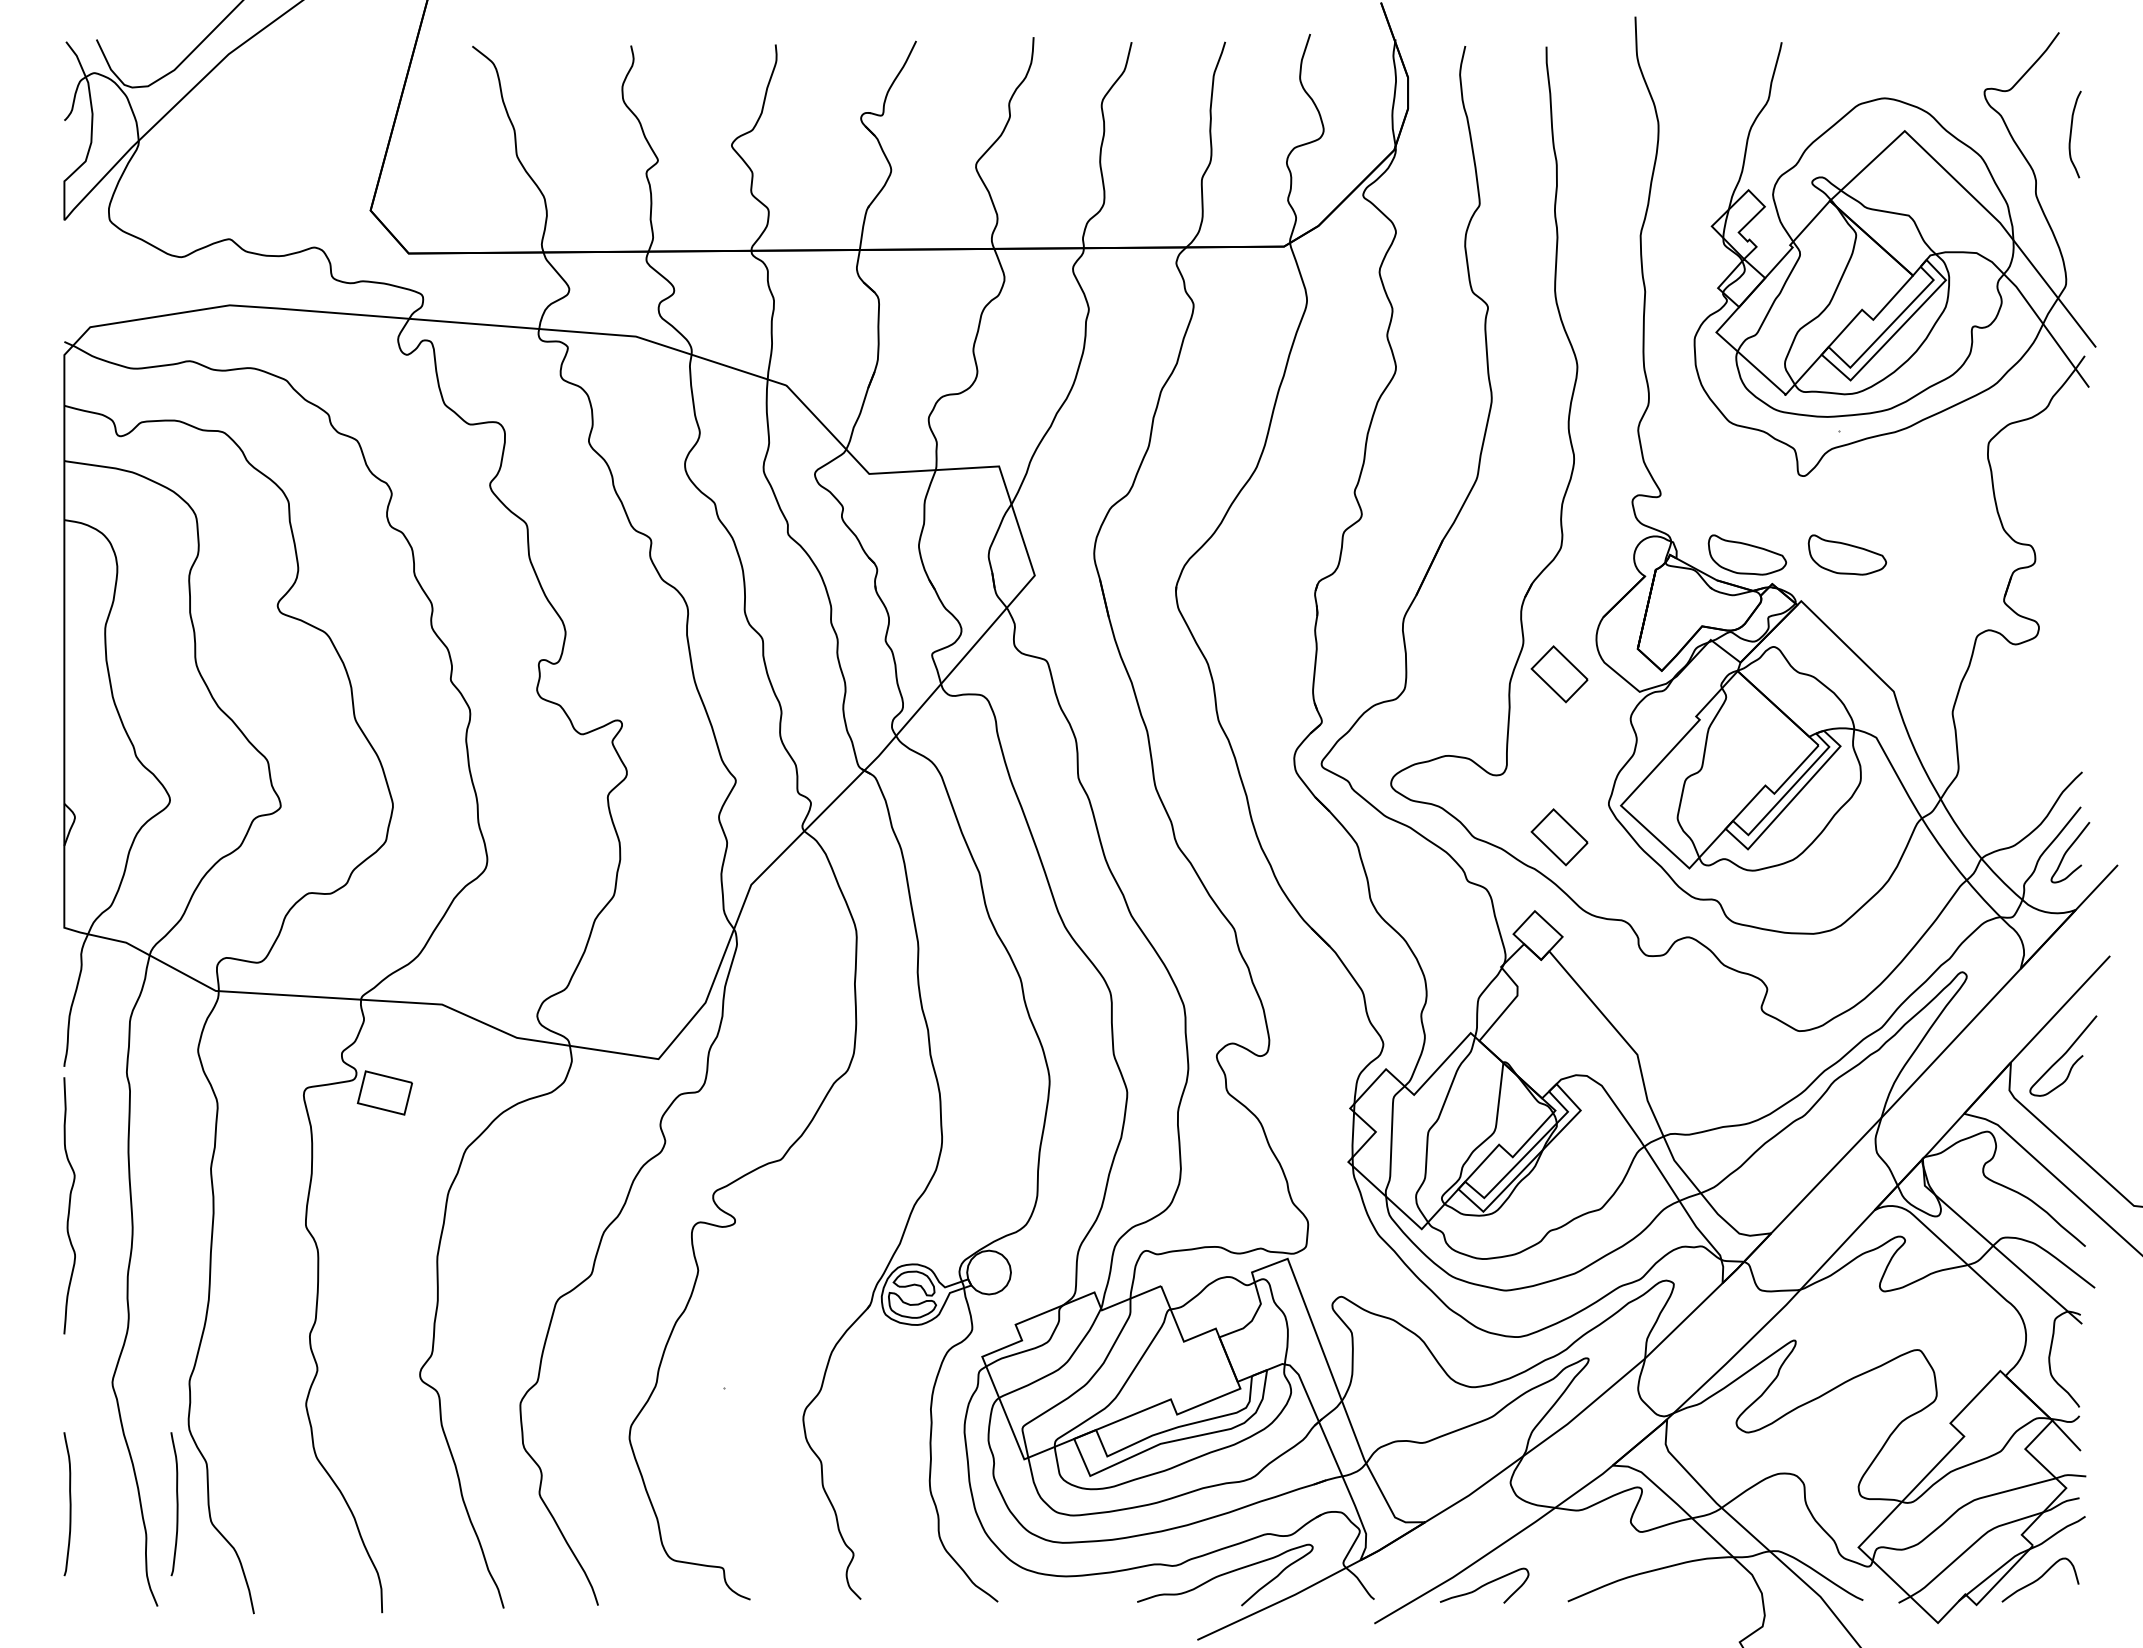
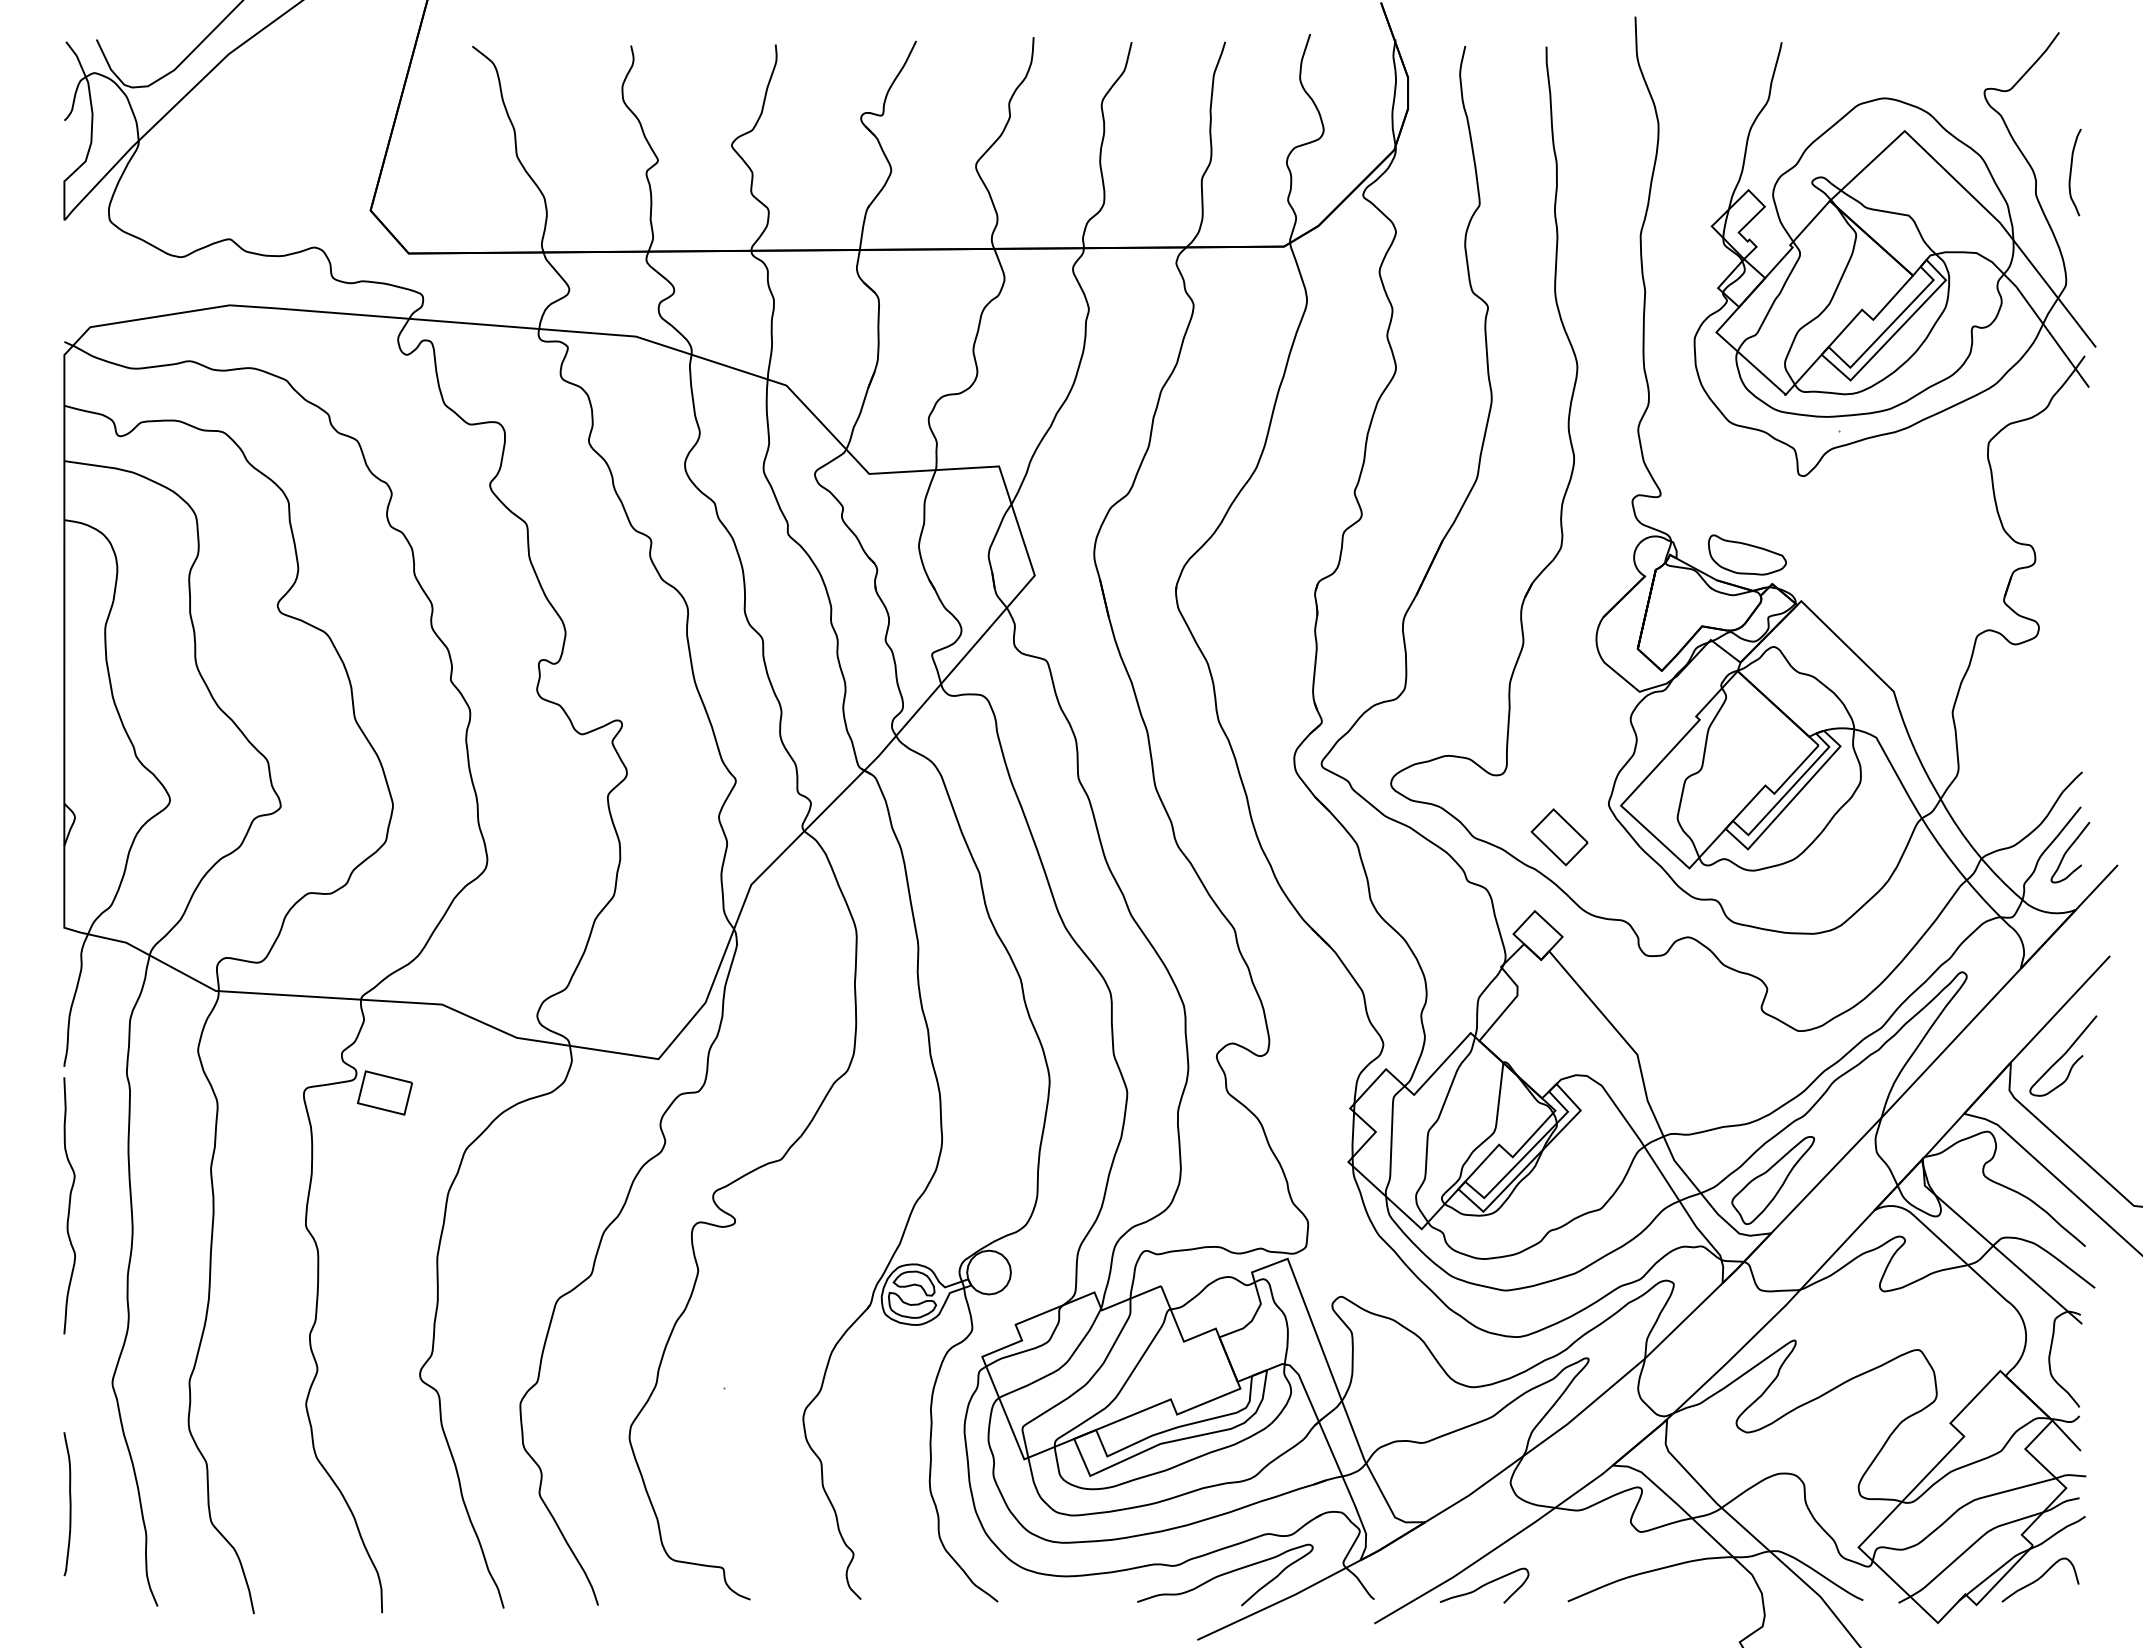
curve at (2071, 134) position: (2071, 134) -> (2071, 172)
part at (1847, 554): present -> none
part at (1559, 674): present -> none
part at (1773, 1180): none -> present
curve at (176, 1504): present -> none
